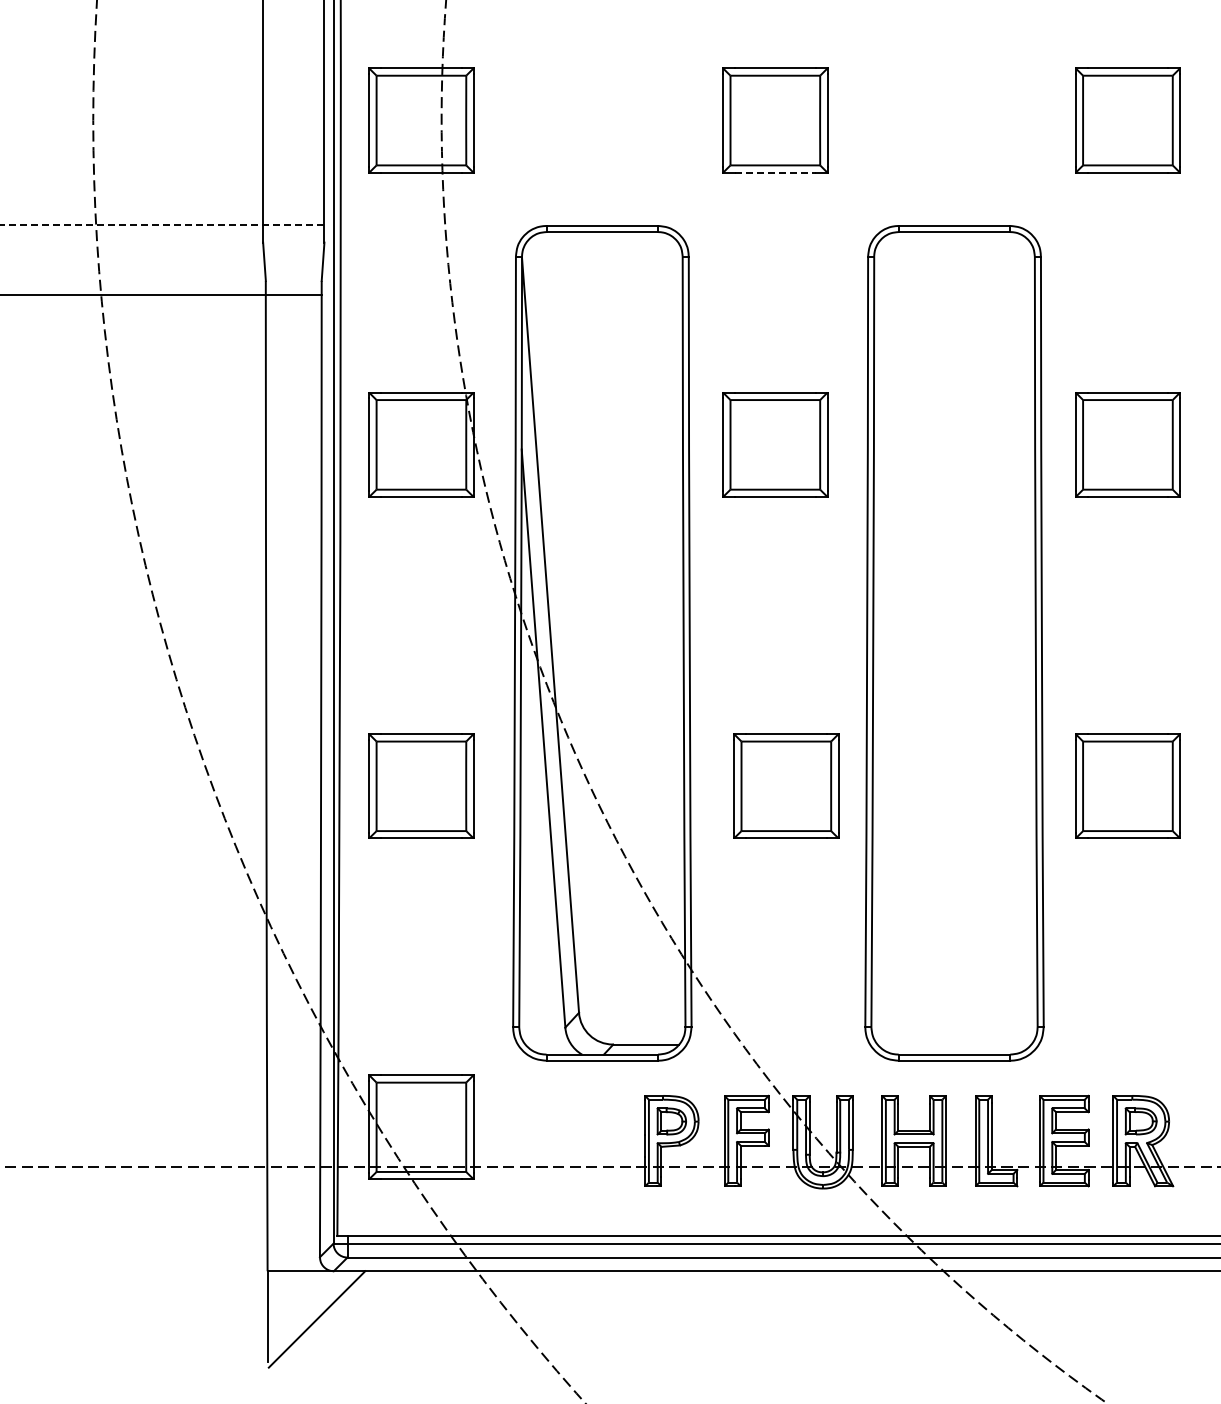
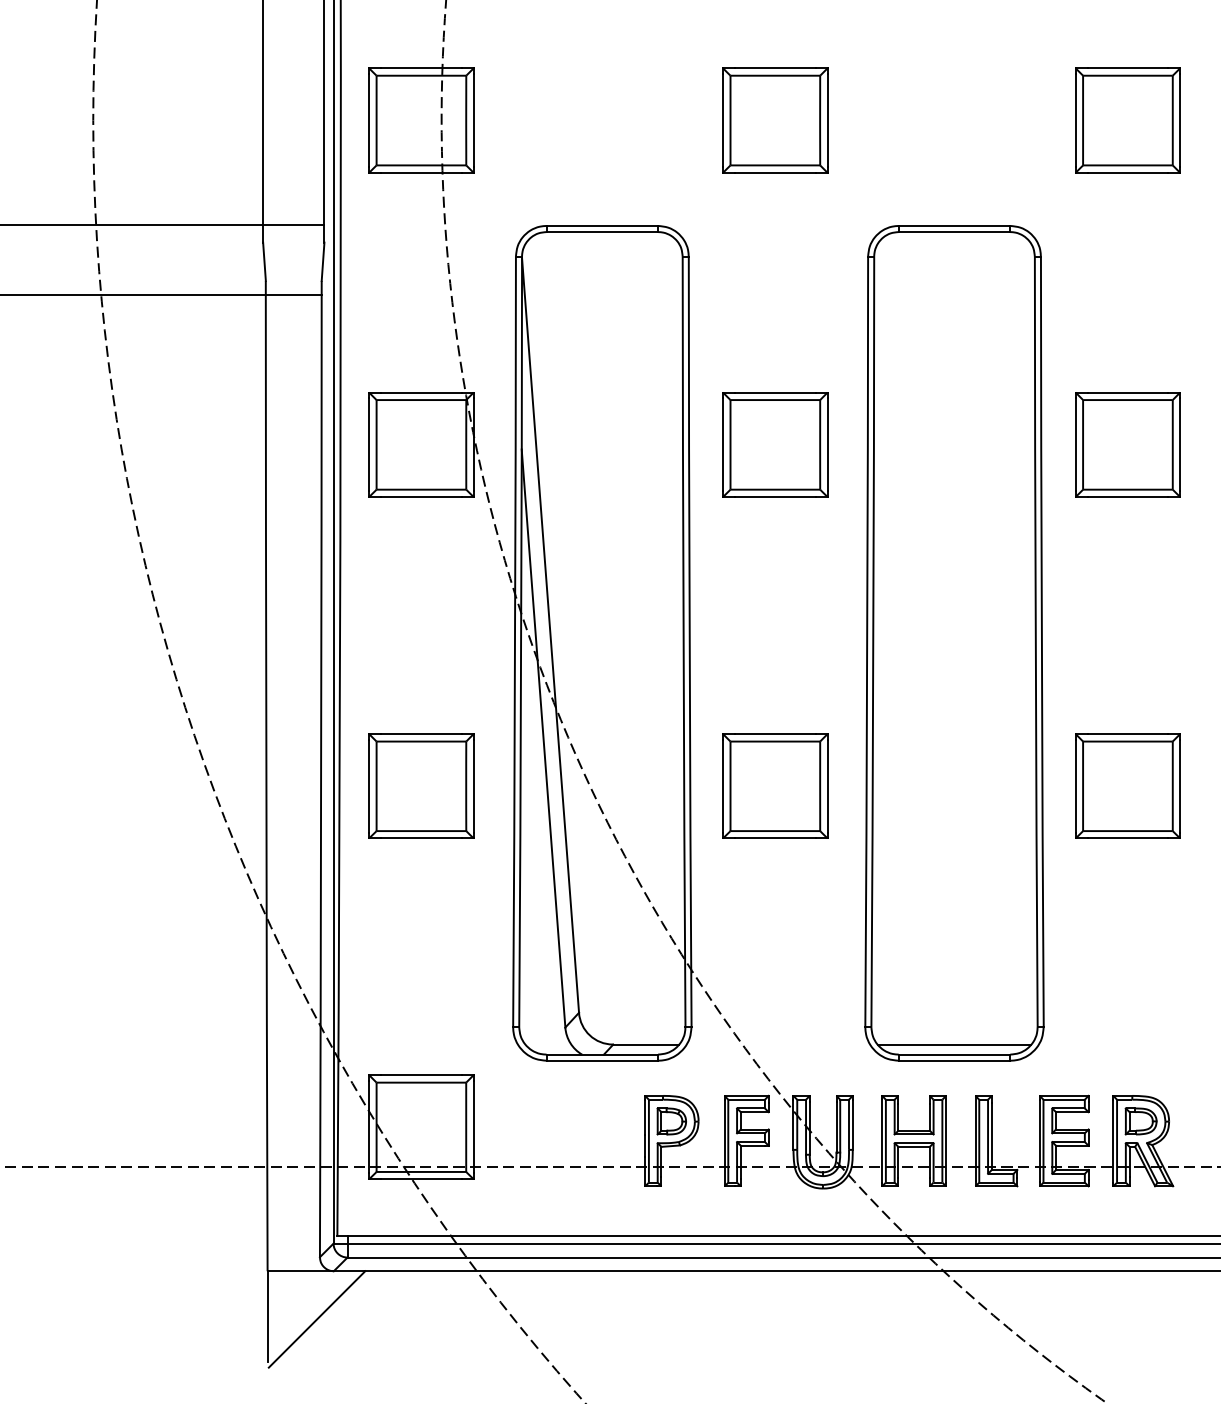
line at (775, 172): dashed -> solid
line at (162, 225): dashed -> solid
part at (786, 785) position: (786, 785) -> (775, 785)
line at (954, 1044): none -> present
